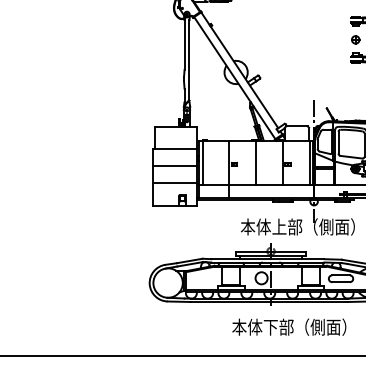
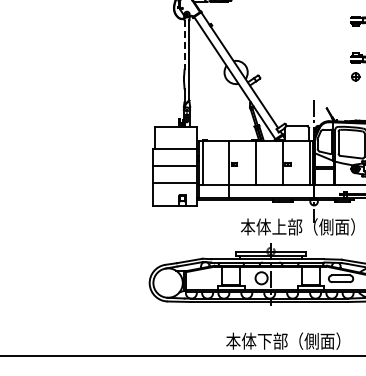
part at (355, 39) position: (355, 39) -> (355, 76)
line at (184, 45): solid -> dashed
text at (289, 326) position: (289, 326) -> (283, 340)
